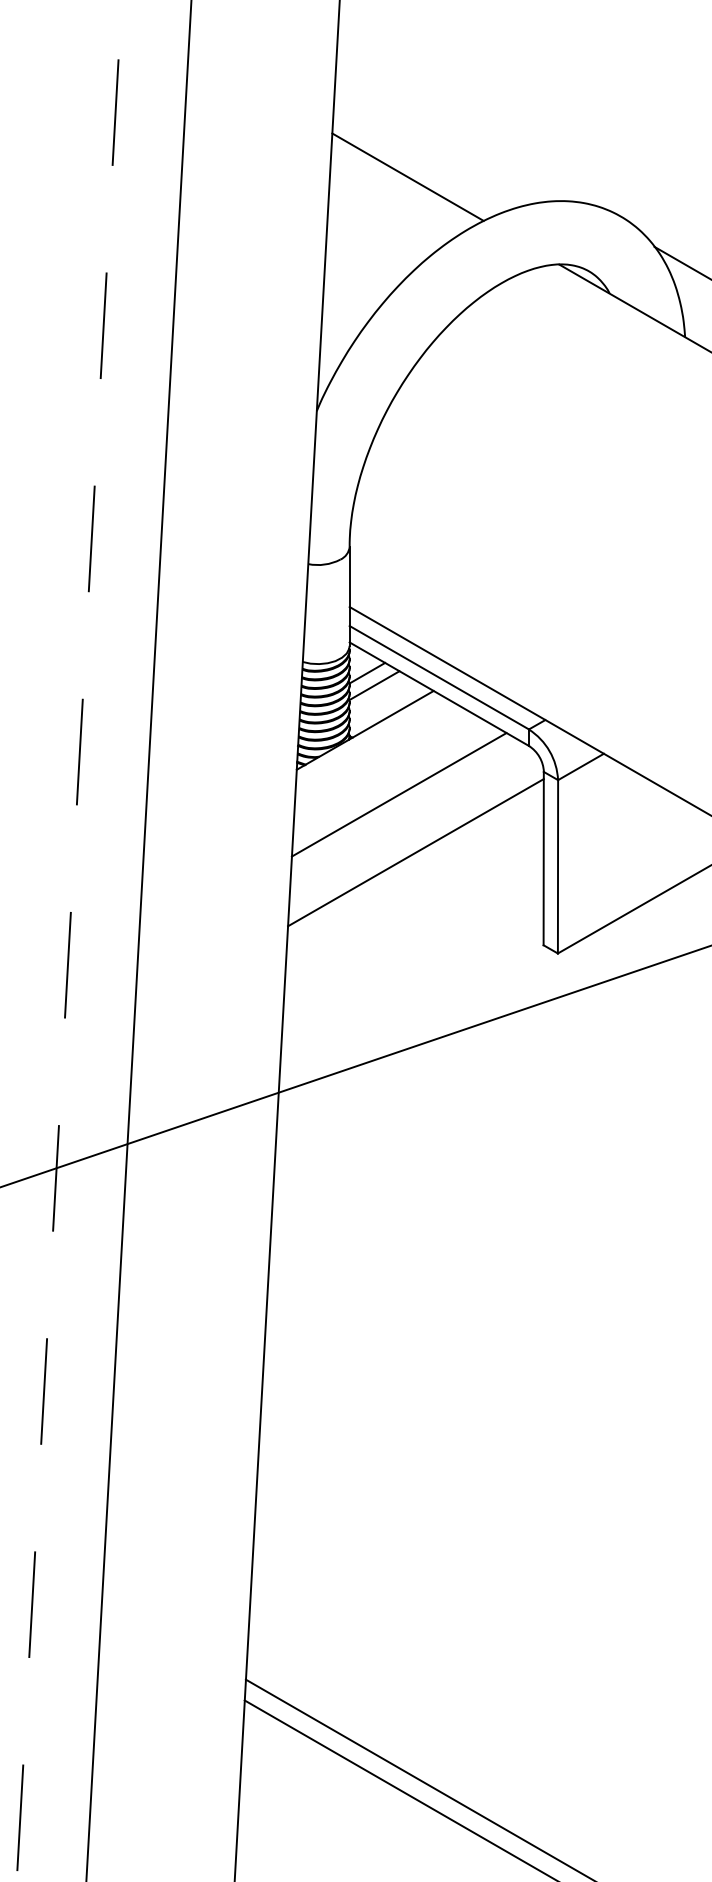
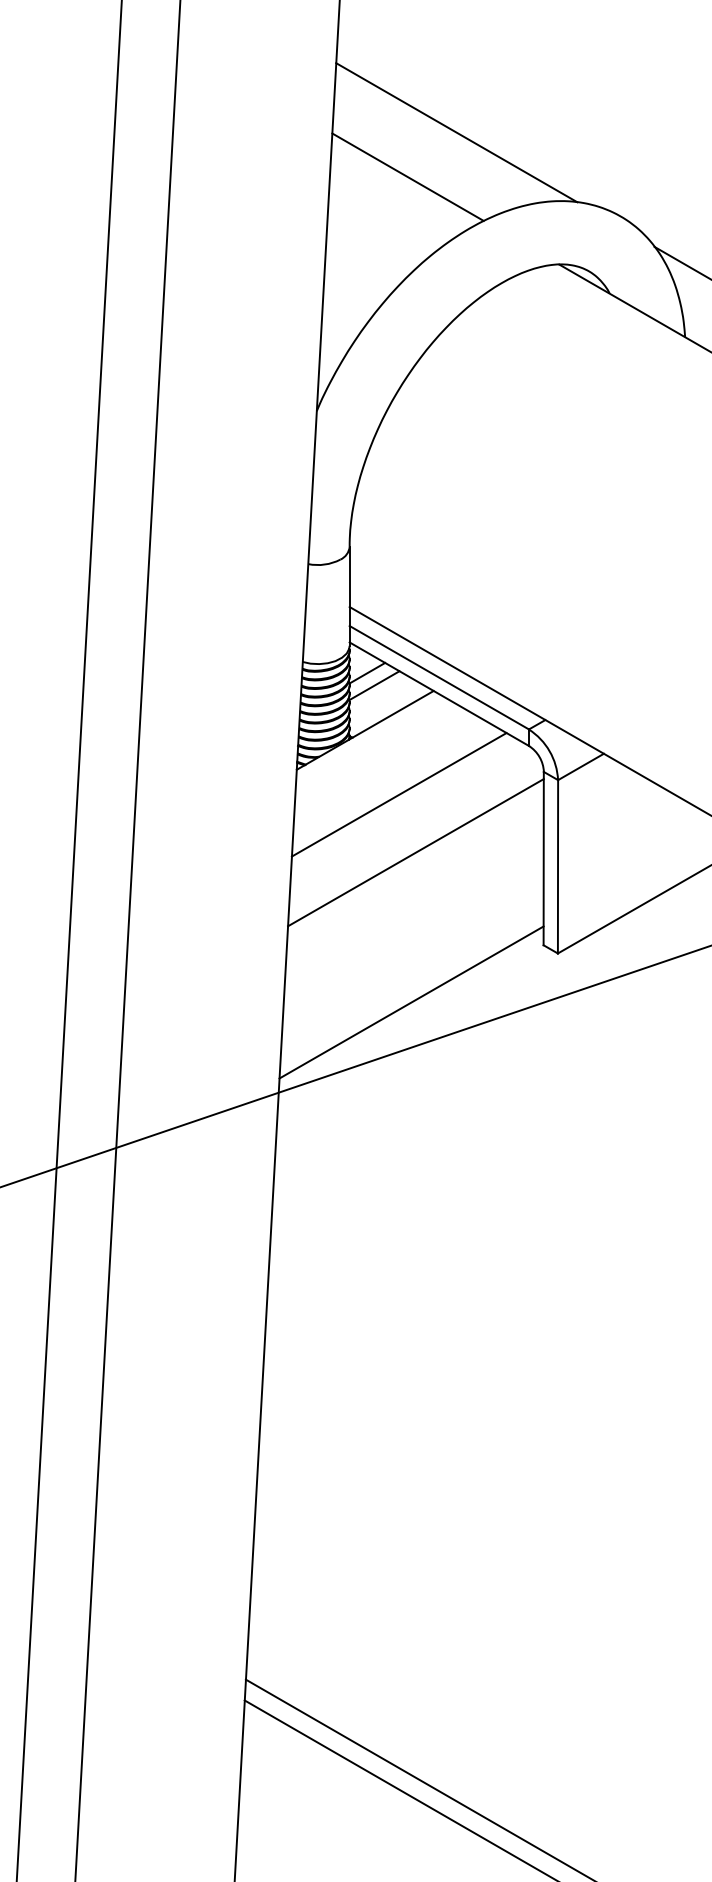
line at (456, 132): none -> present
line at (138, 940) position: (138, 940) -> (127, 940)
line at (69, 941): dashed -> solid
line at (411, 1002): none -> present
